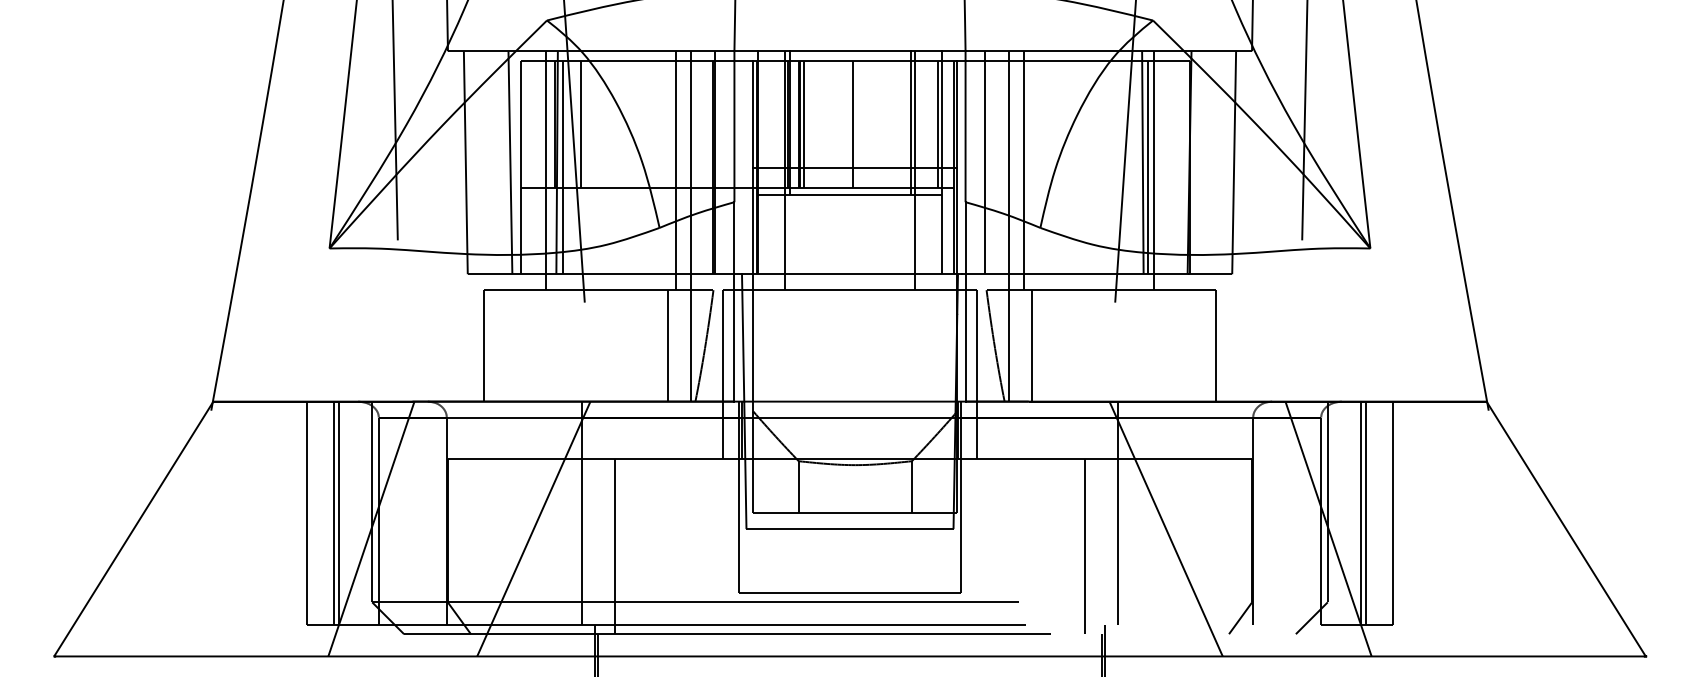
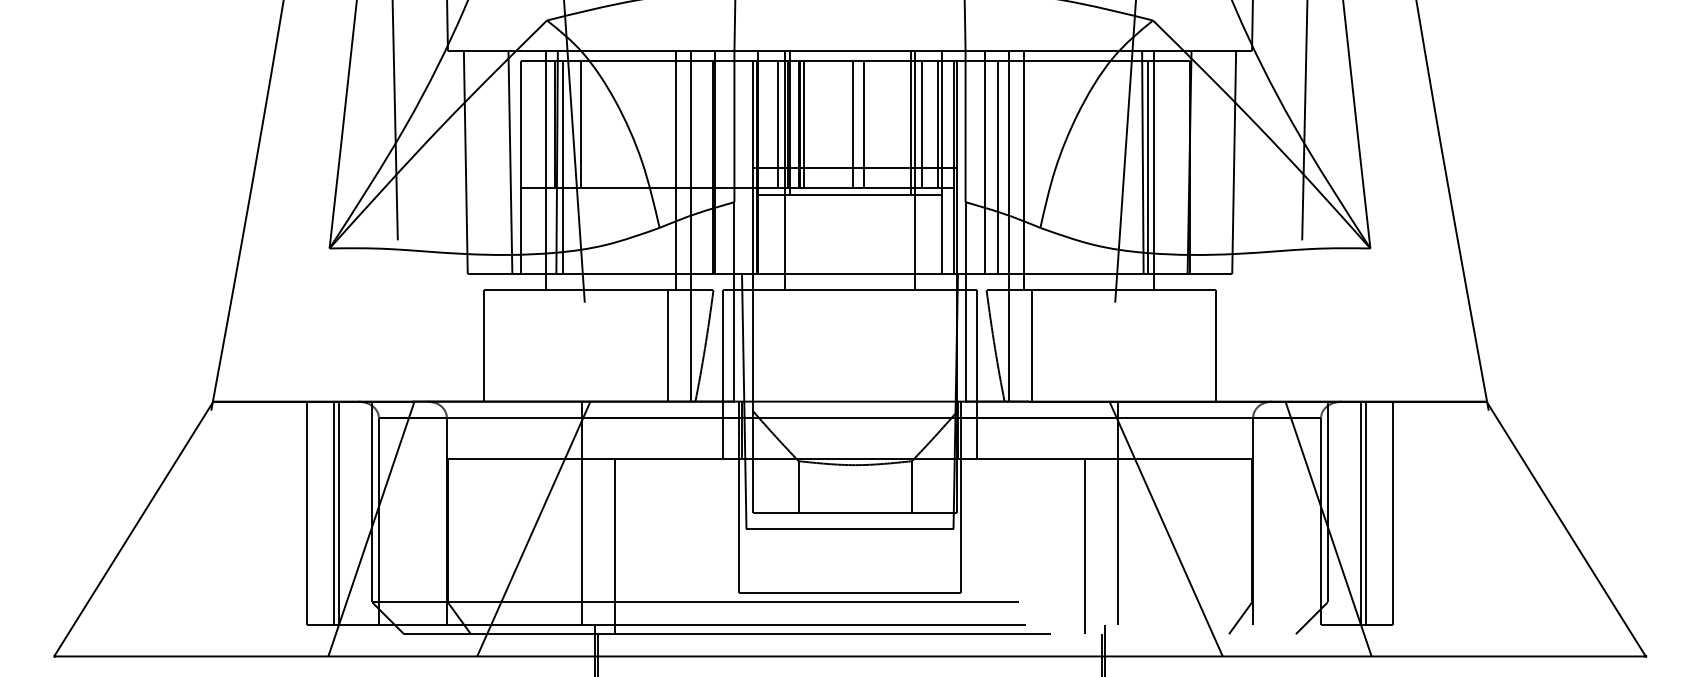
line at (777, 124): none -> present
line at (863, 124): none -> present
line at (922, 124): none -> present
line at (997, 167): none -> present
